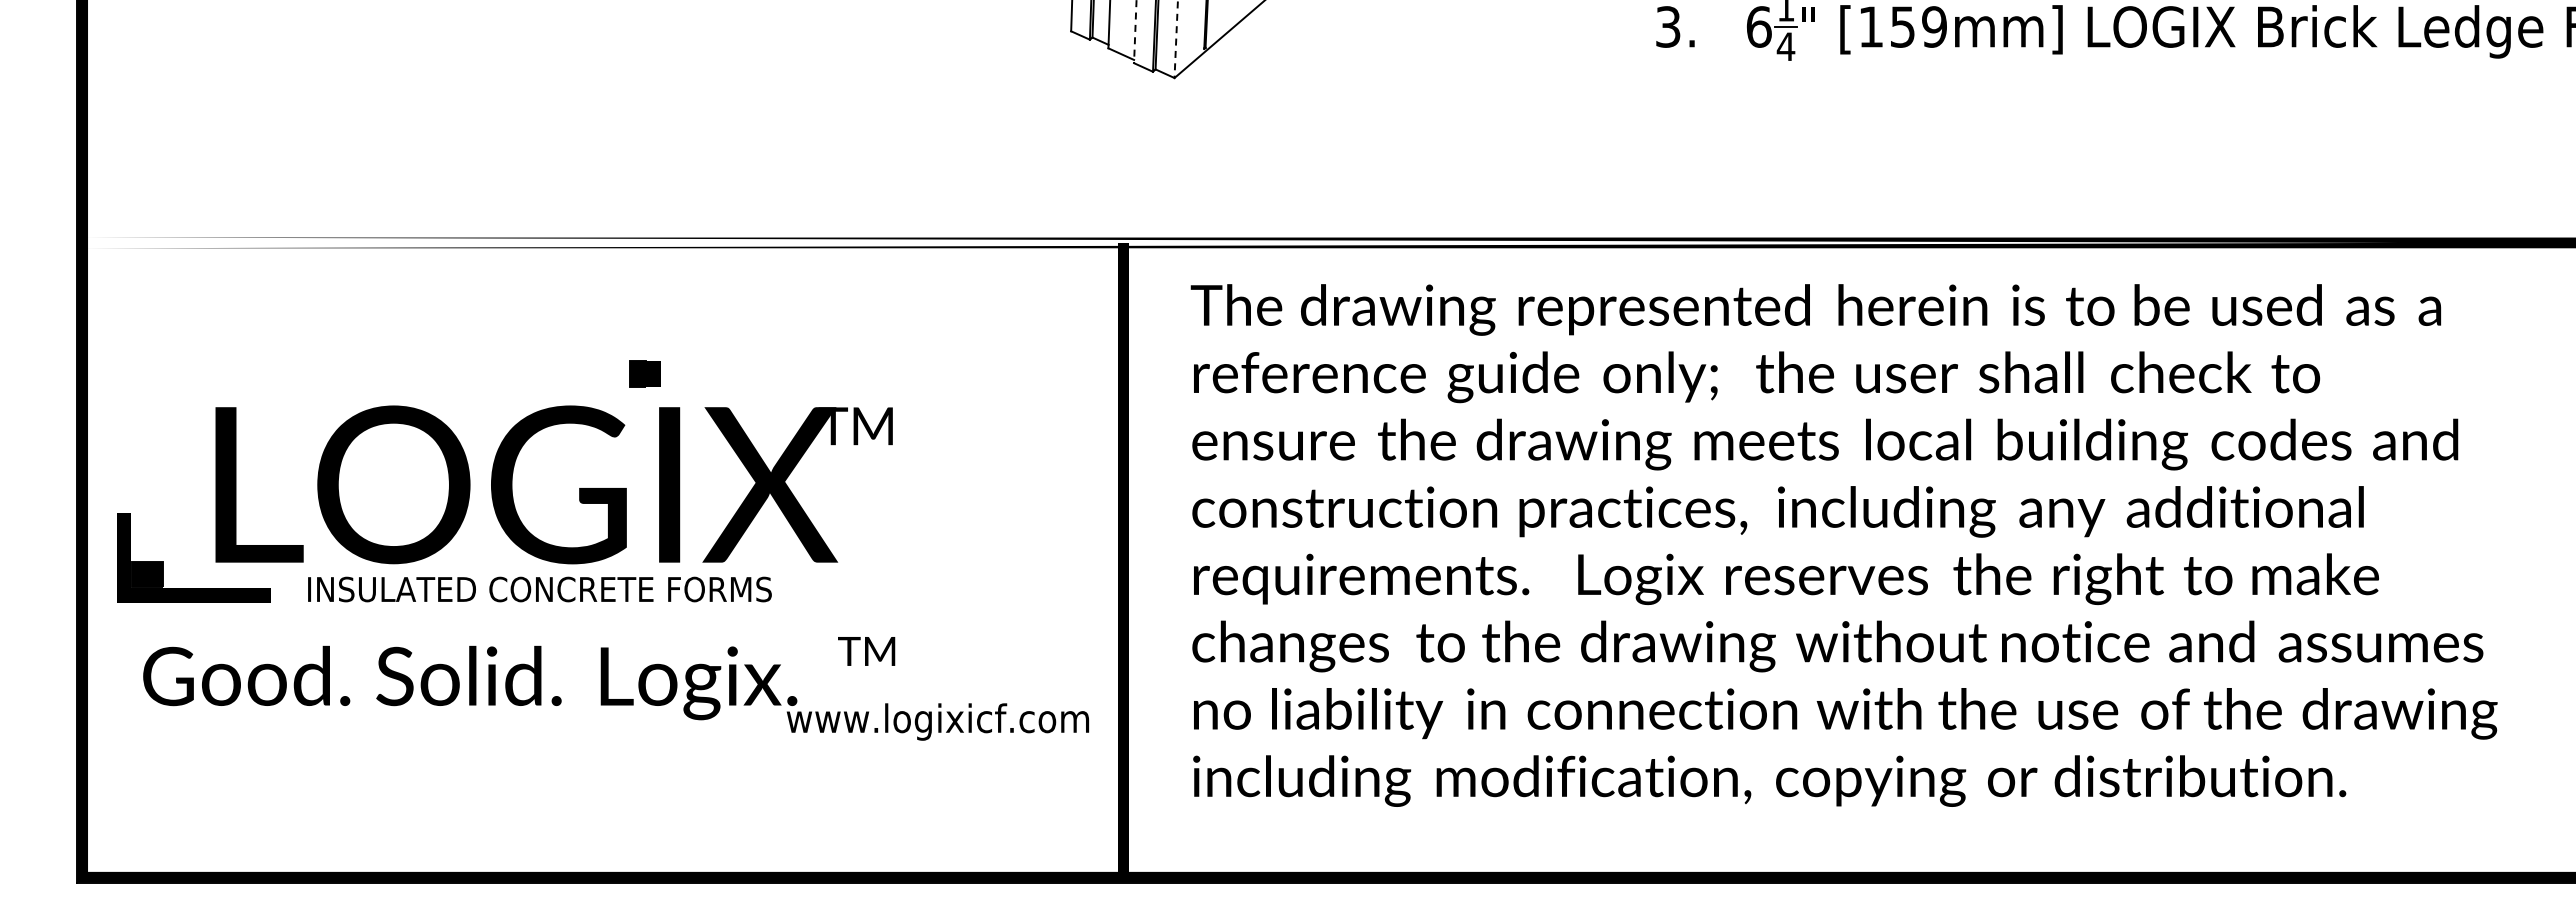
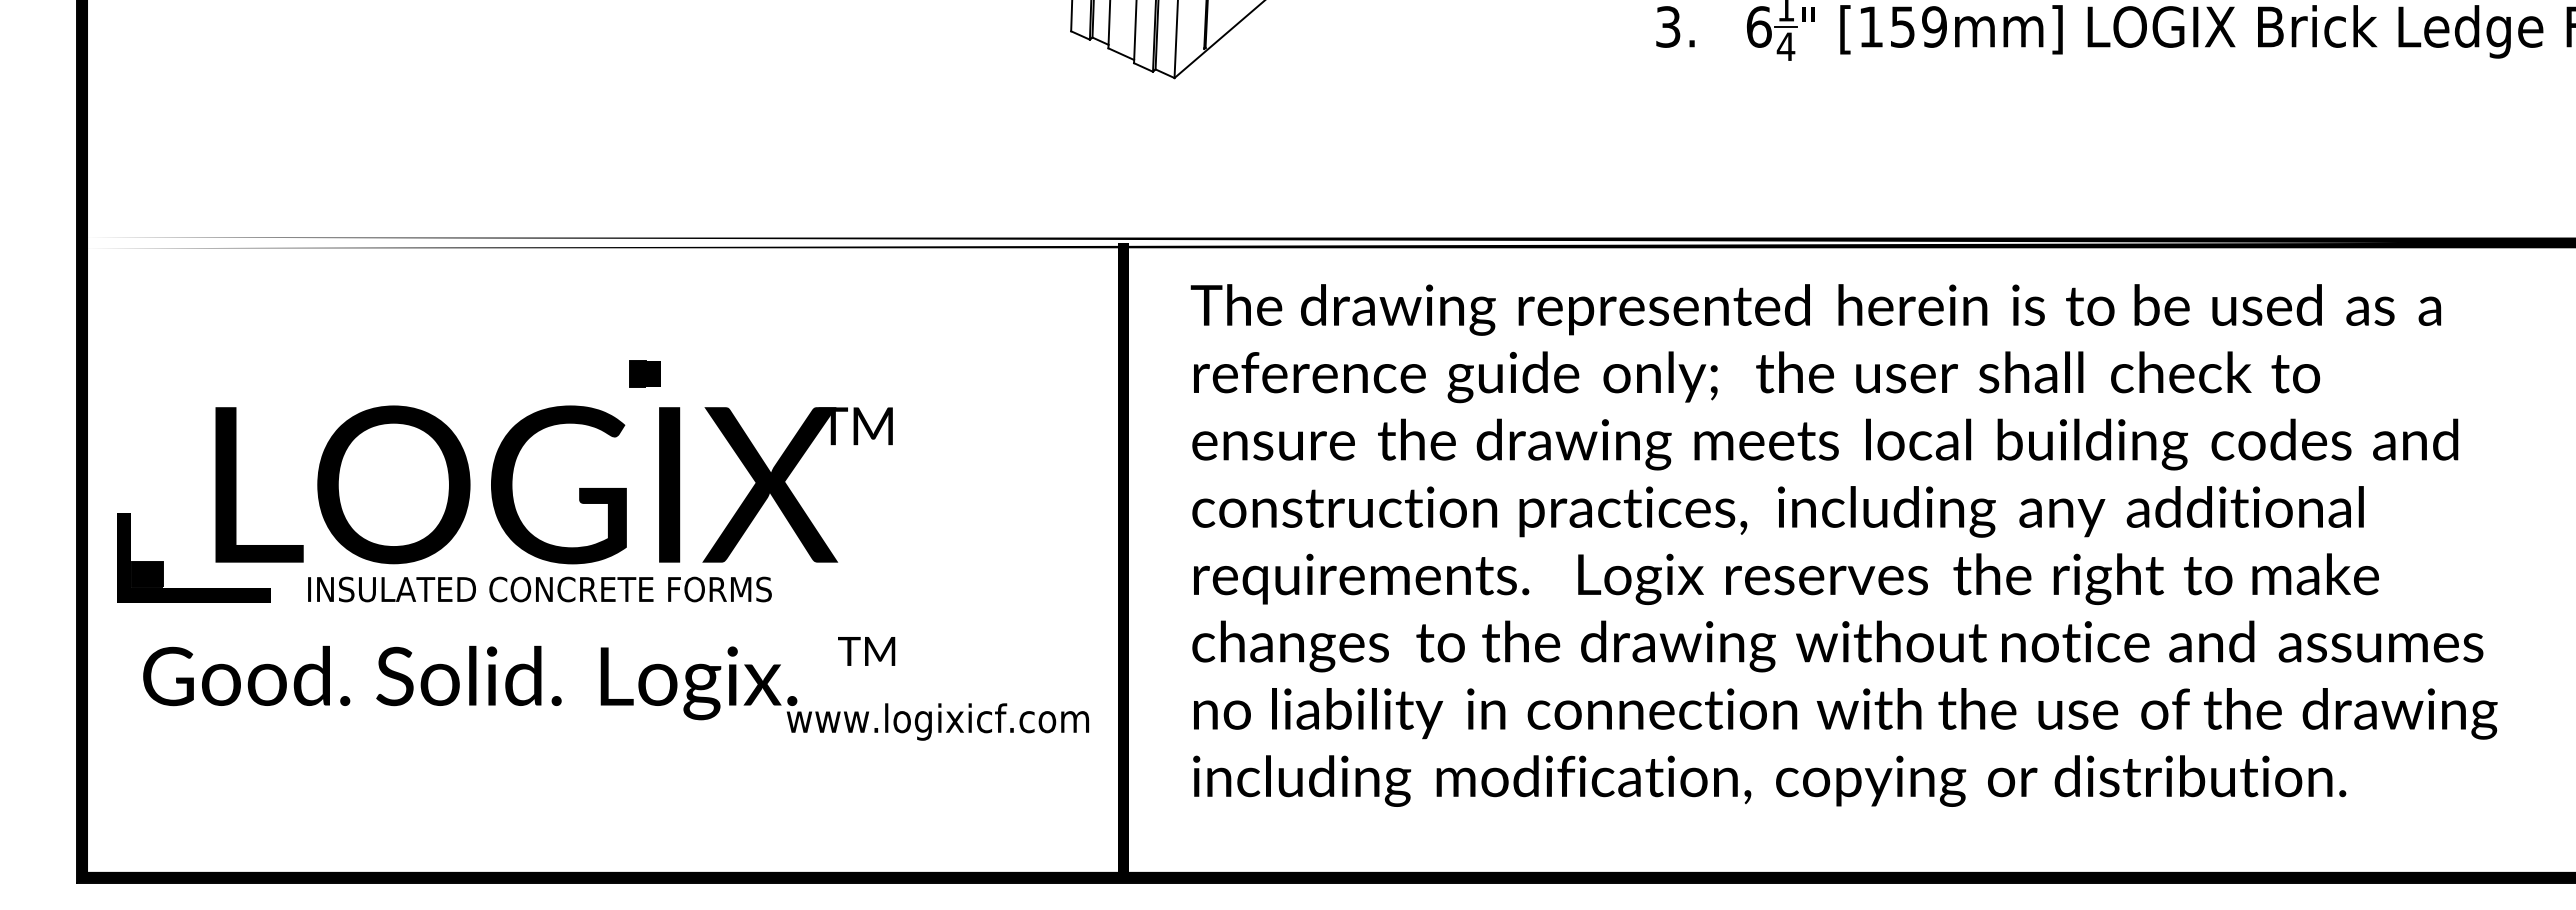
line at (1135, 32): dashed -> solid
line at (1176, 39): dashed -> solid
